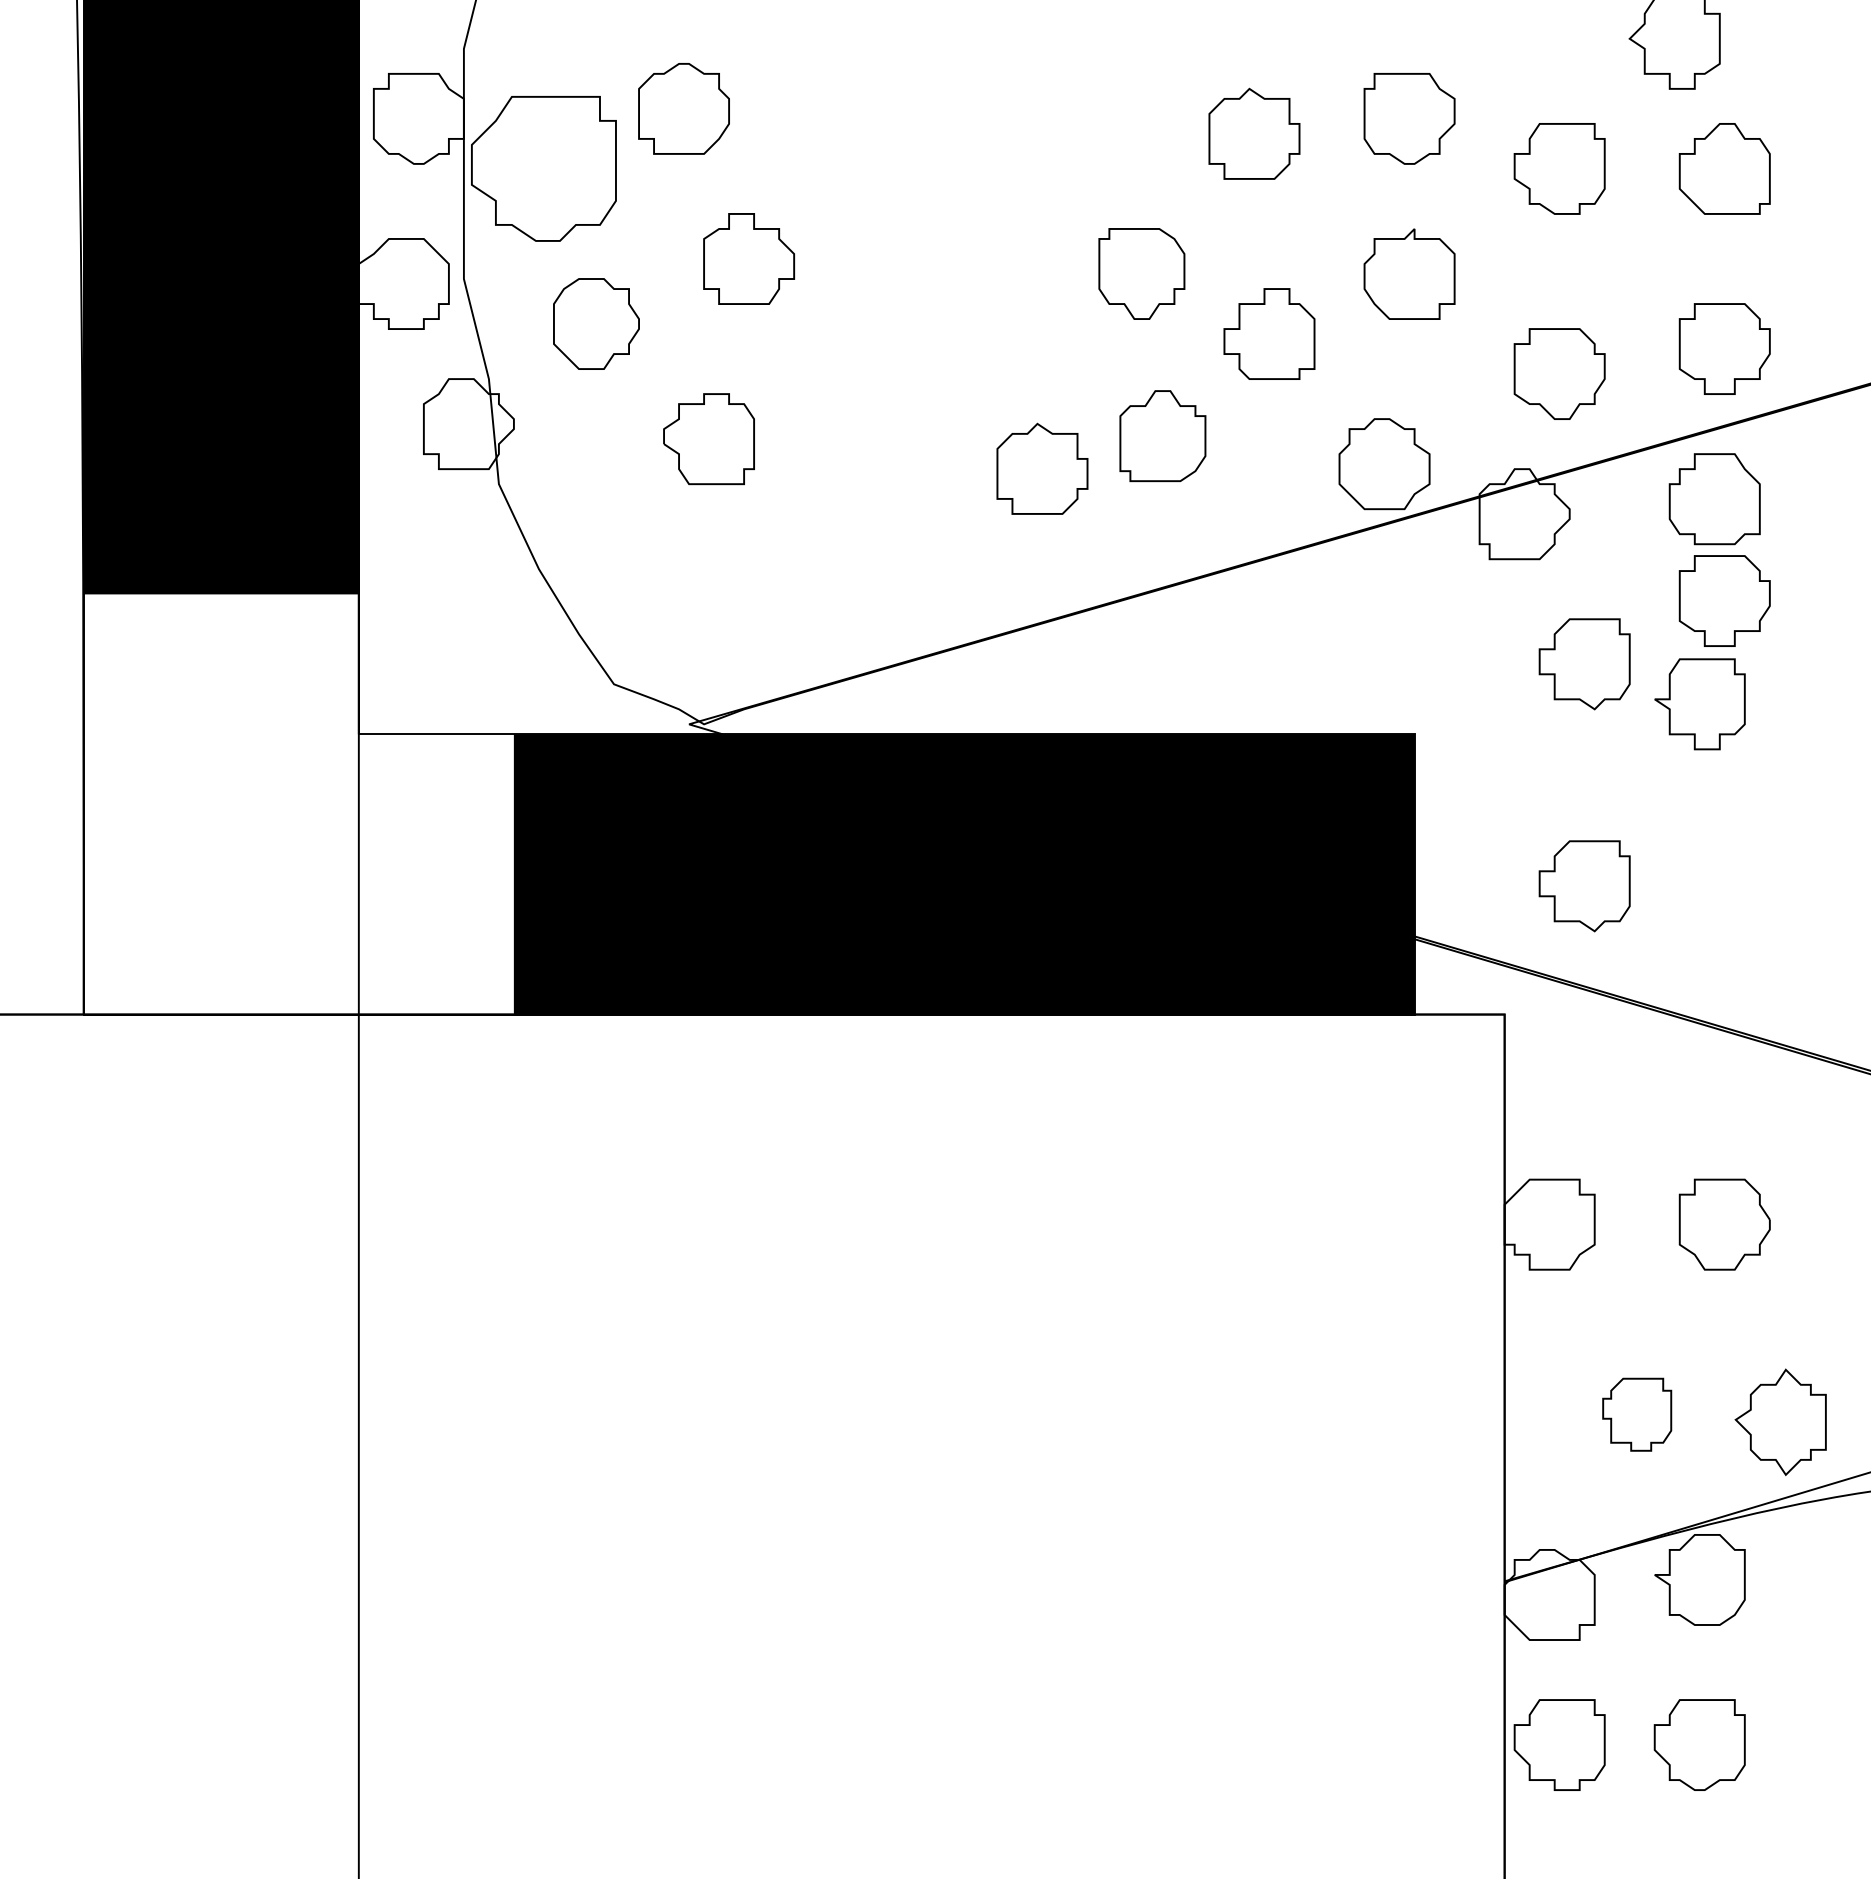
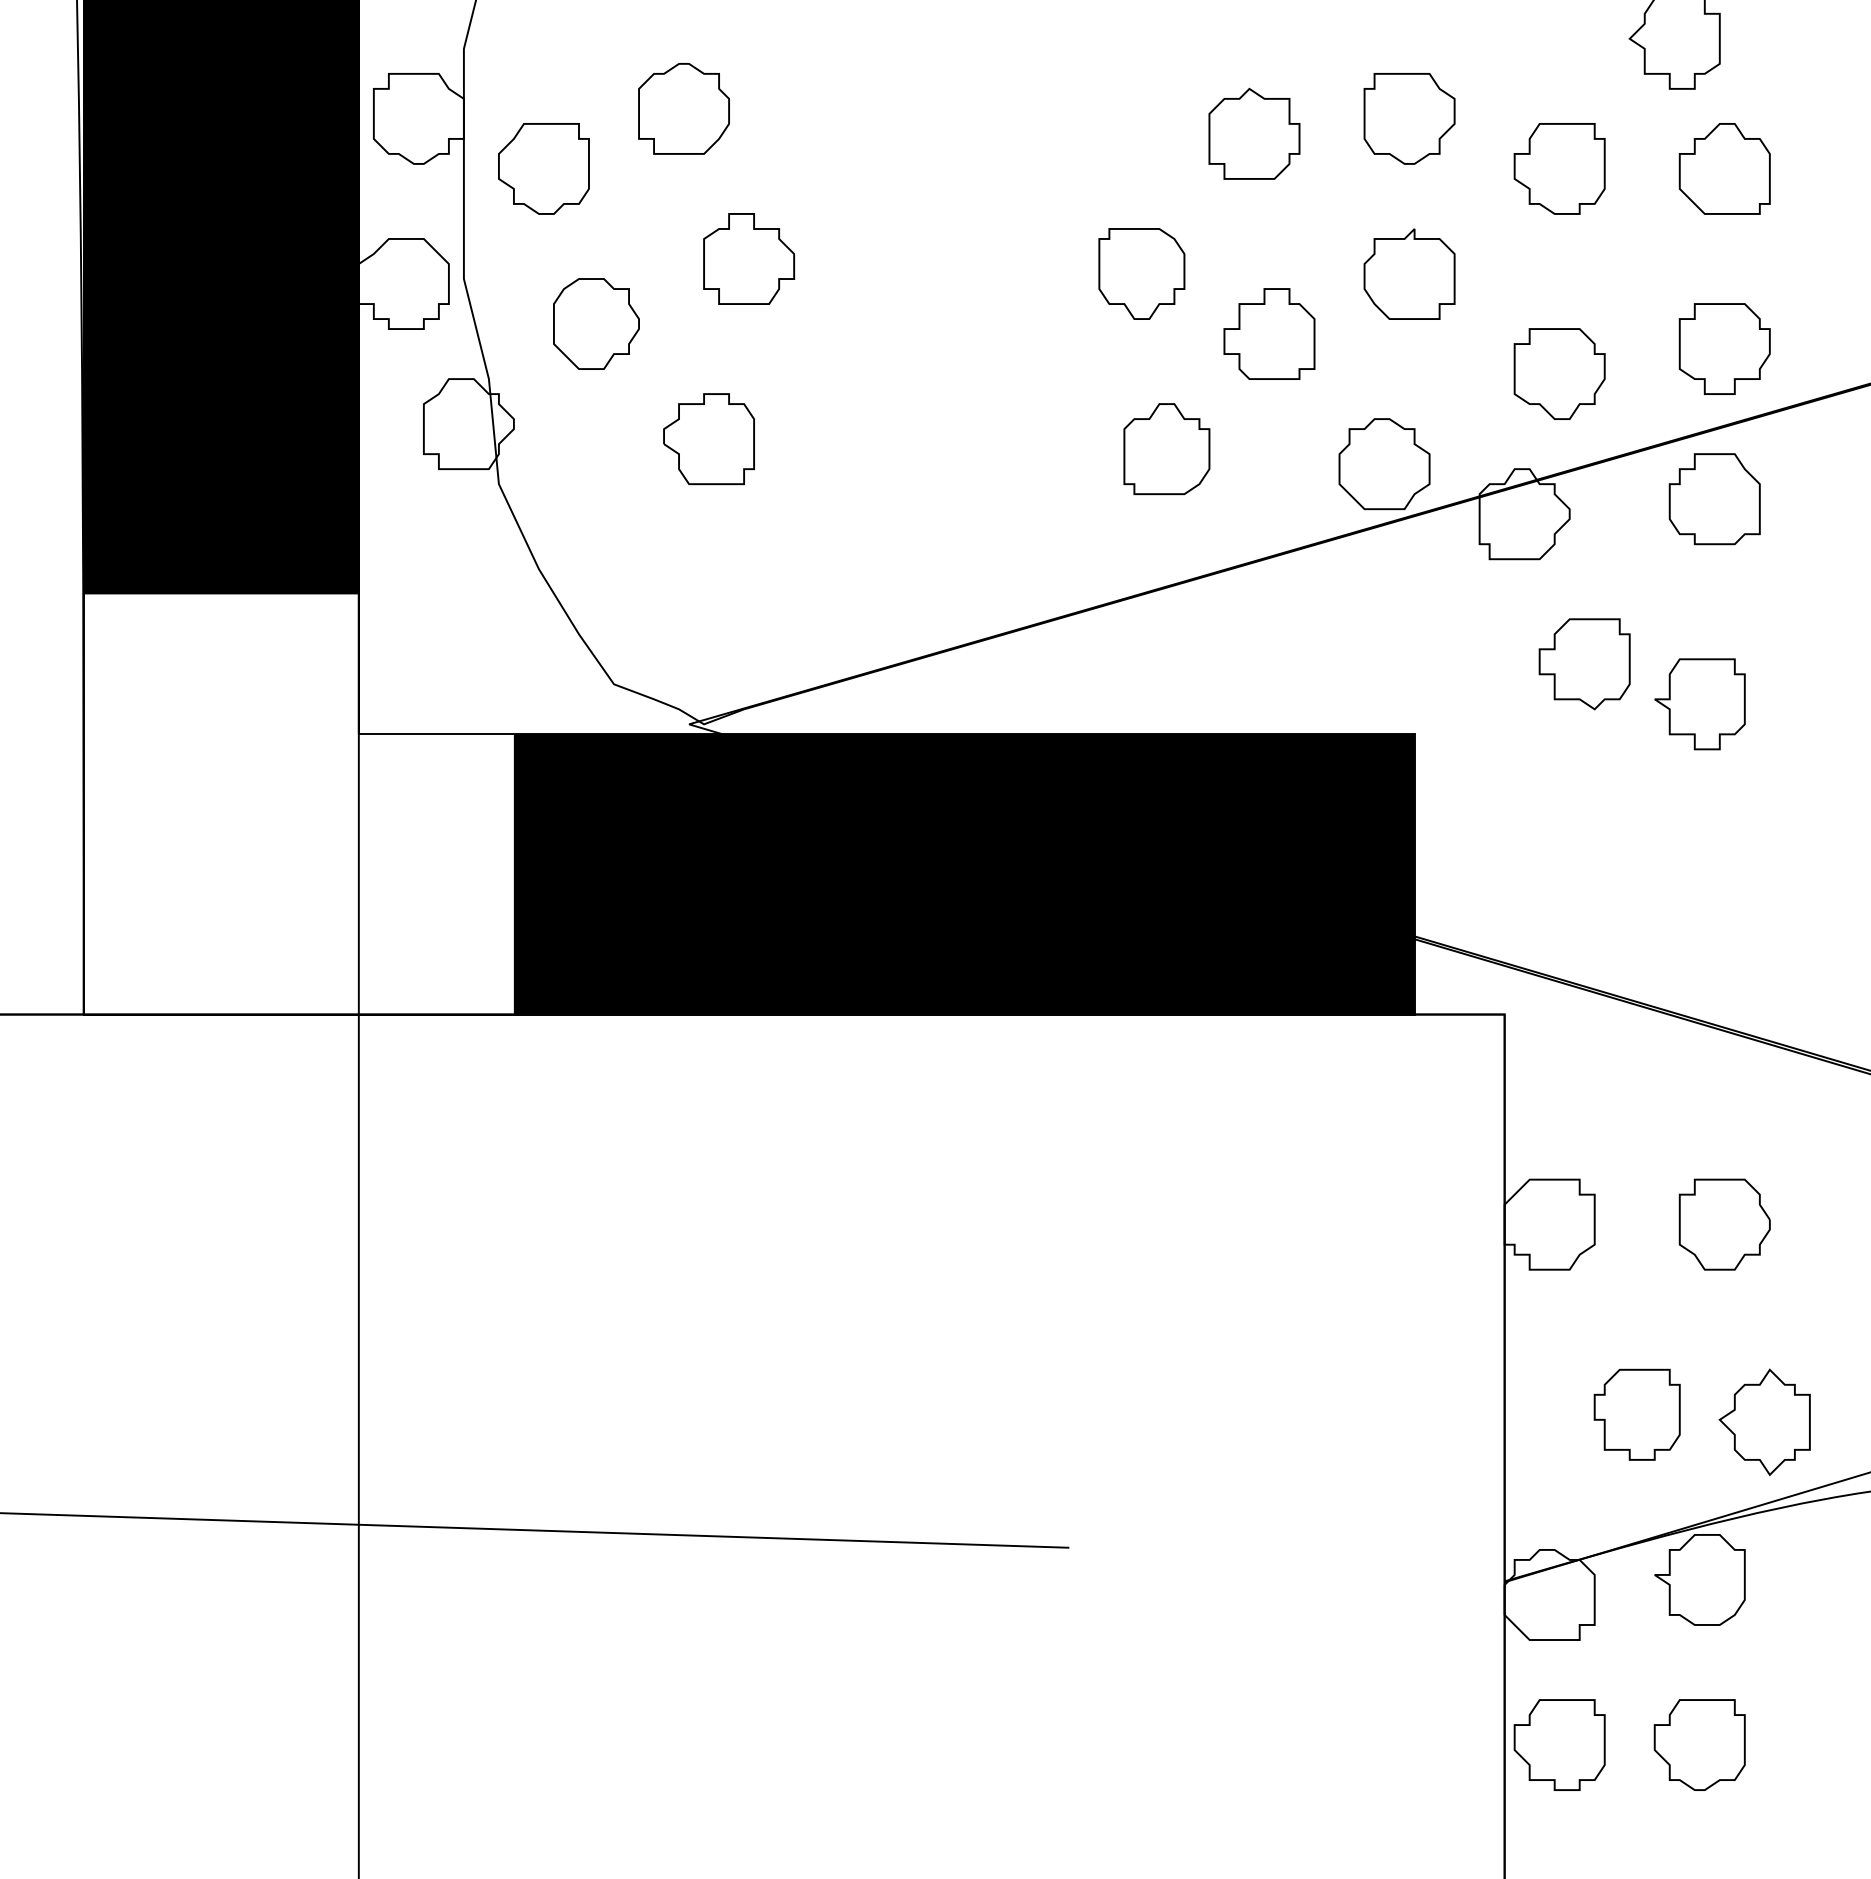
part at (543, 168) size: 146x146 px -> 92x92 px
part at (1162, 436) position: (1162, 436) -> (1166, 449)
part at (1042, 468): present -> none
part at (1724, 600): present -> none
part at (1584, 886): present -> none
part at (1637, 1414) size: 71x75 px -> 88x93 px
part at (1780, 1422) position: (1780, 1422) -> (1764, 1422)
line at (535, 1530): none -> present
